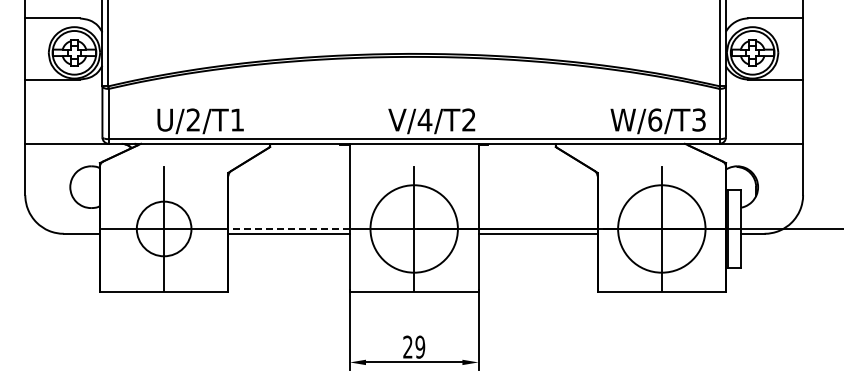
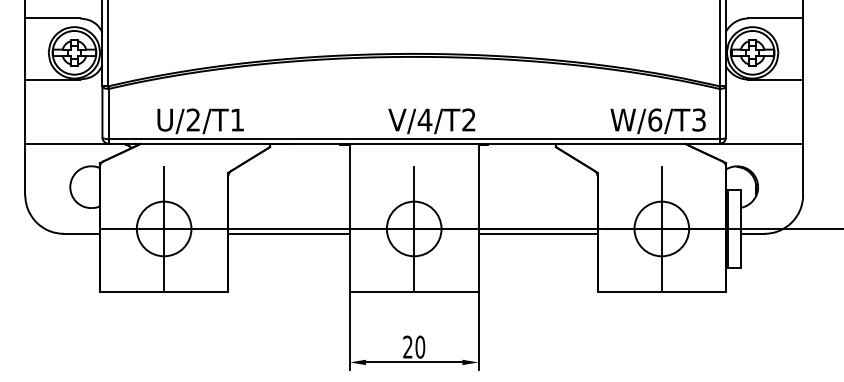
line at (289, 228): dashed -> solid
circle at (413, 228) diameter: 87 px -> 55 px
circle at (661, 228) diameter: 87 px -> 55 px
text at (420, 347): 29 -> 20
